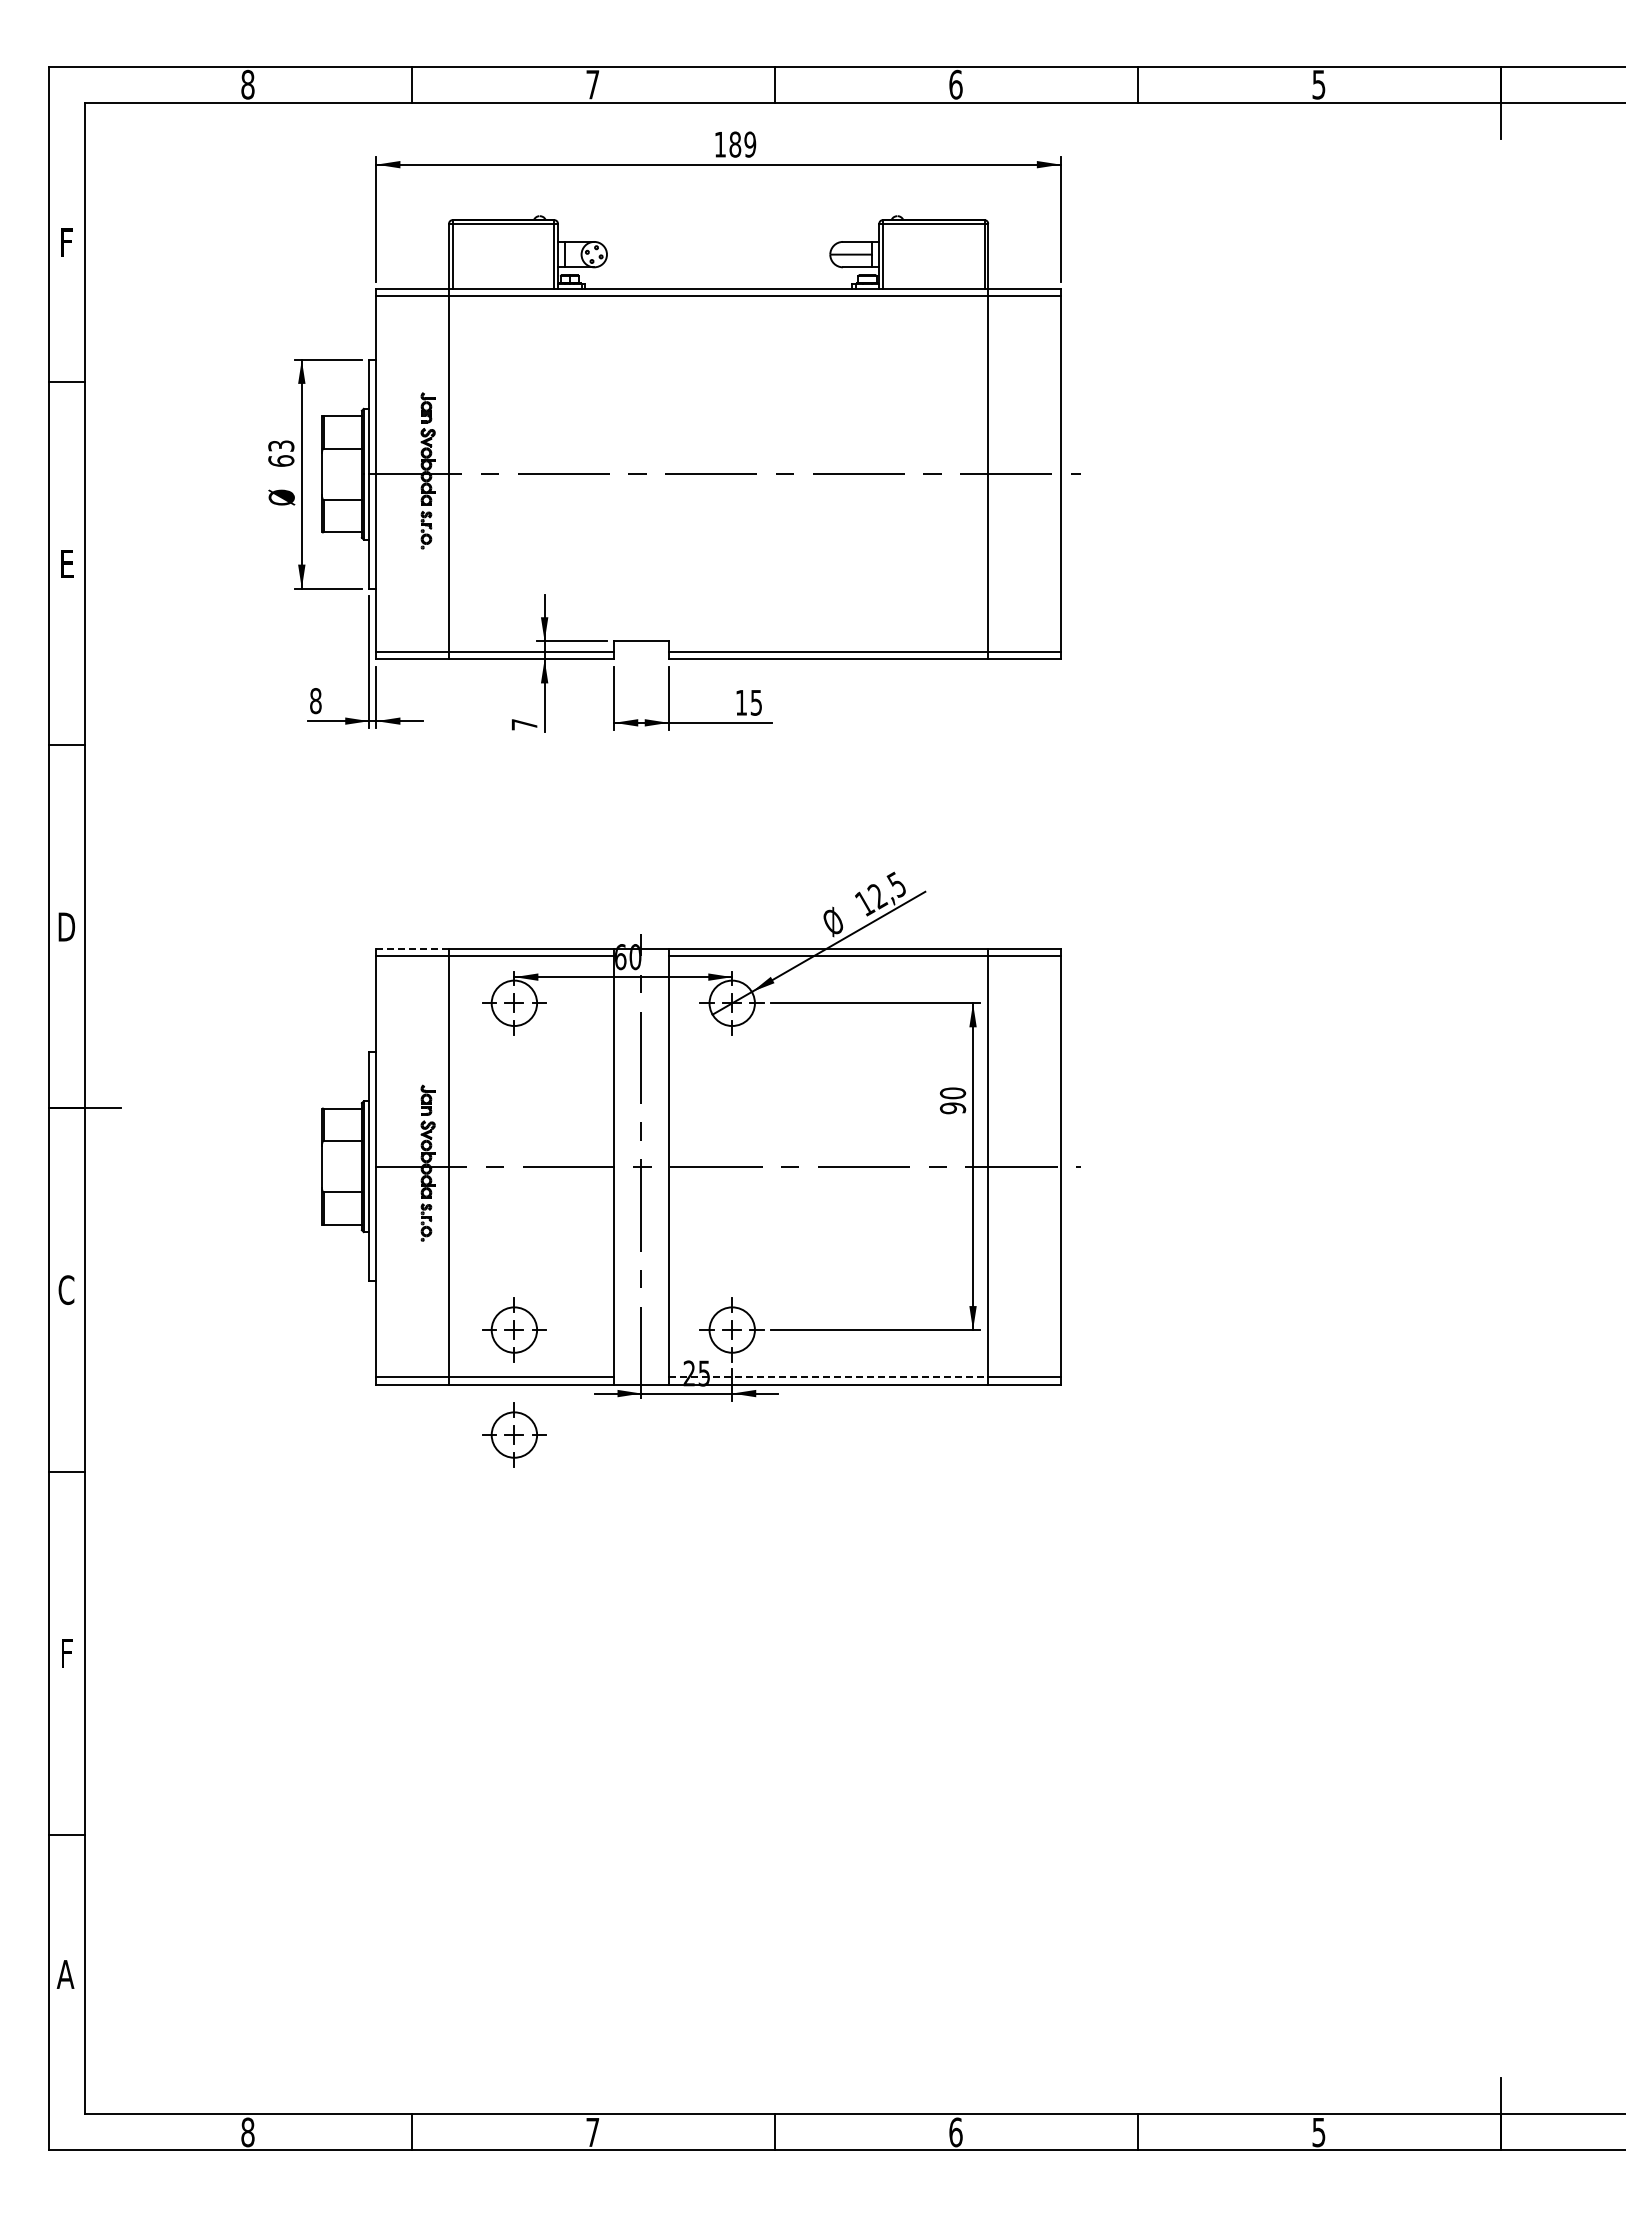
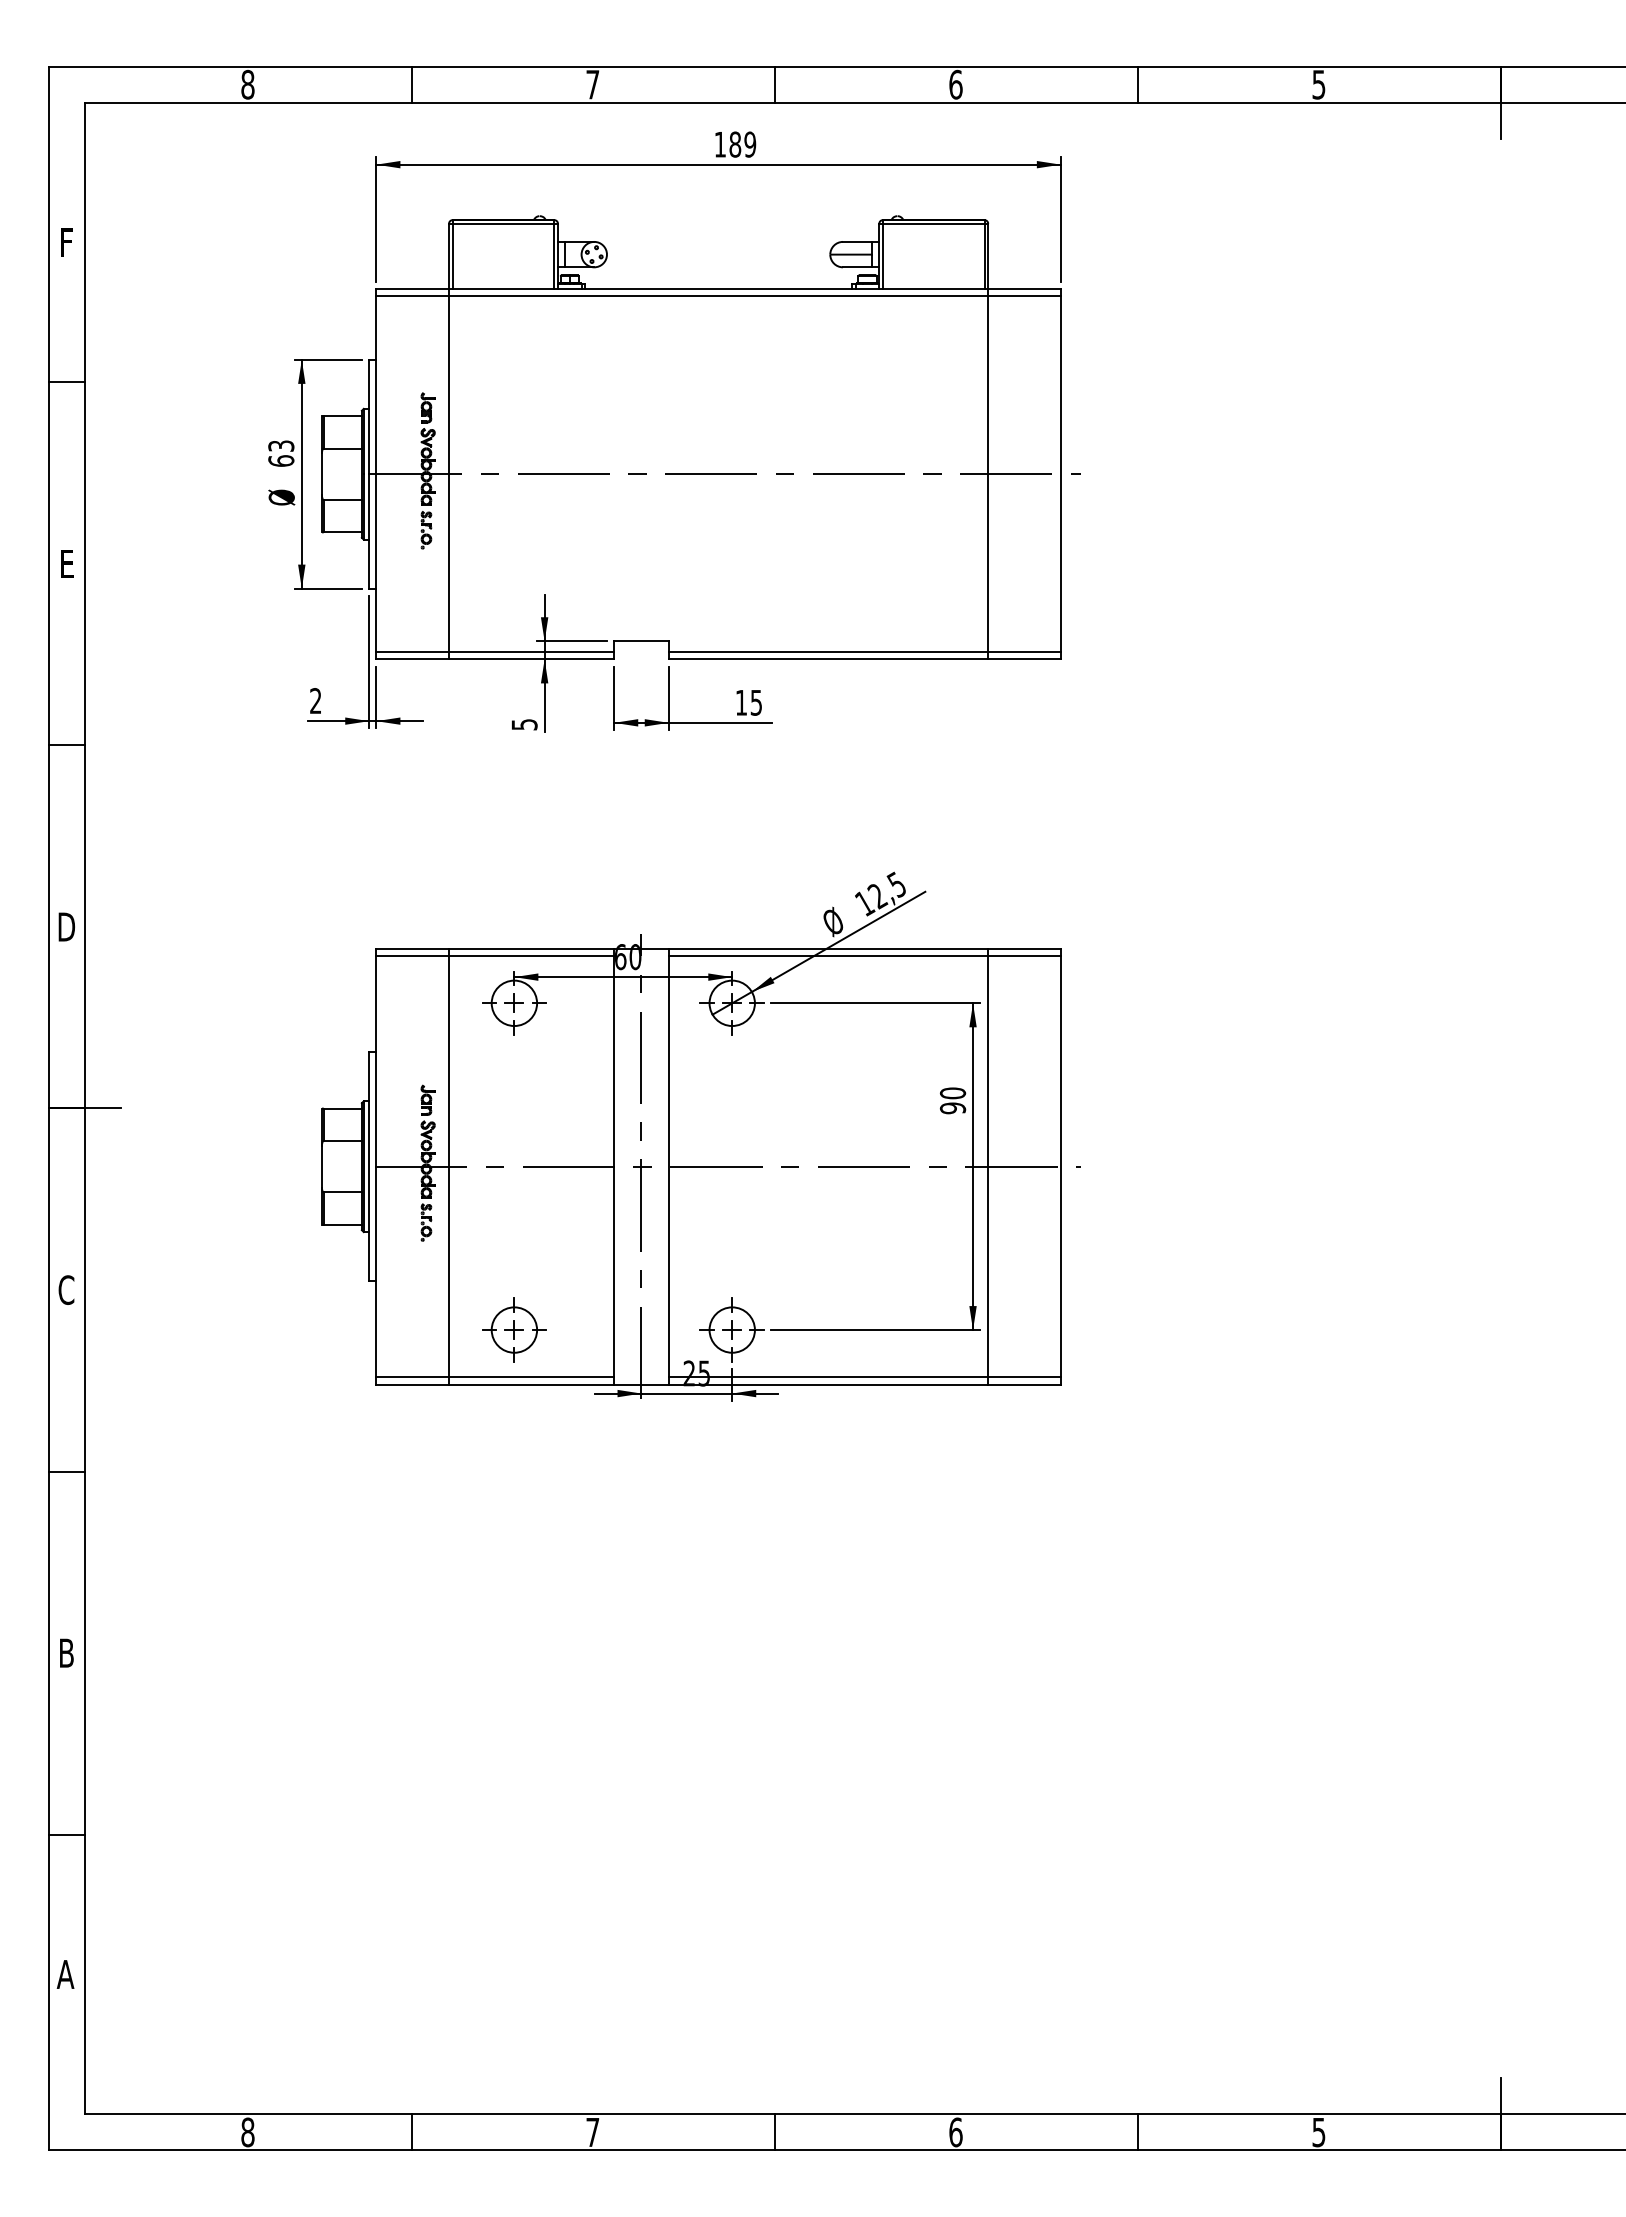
text at (315, 701): 8 -> 2
text at (524, 724): 7 -> 5
line at (412, 948): dashed -> solid
line at (828, 1377): dashed -> solid
part at (514, 1434): present -> none
text at (66, 1652): F -> B
